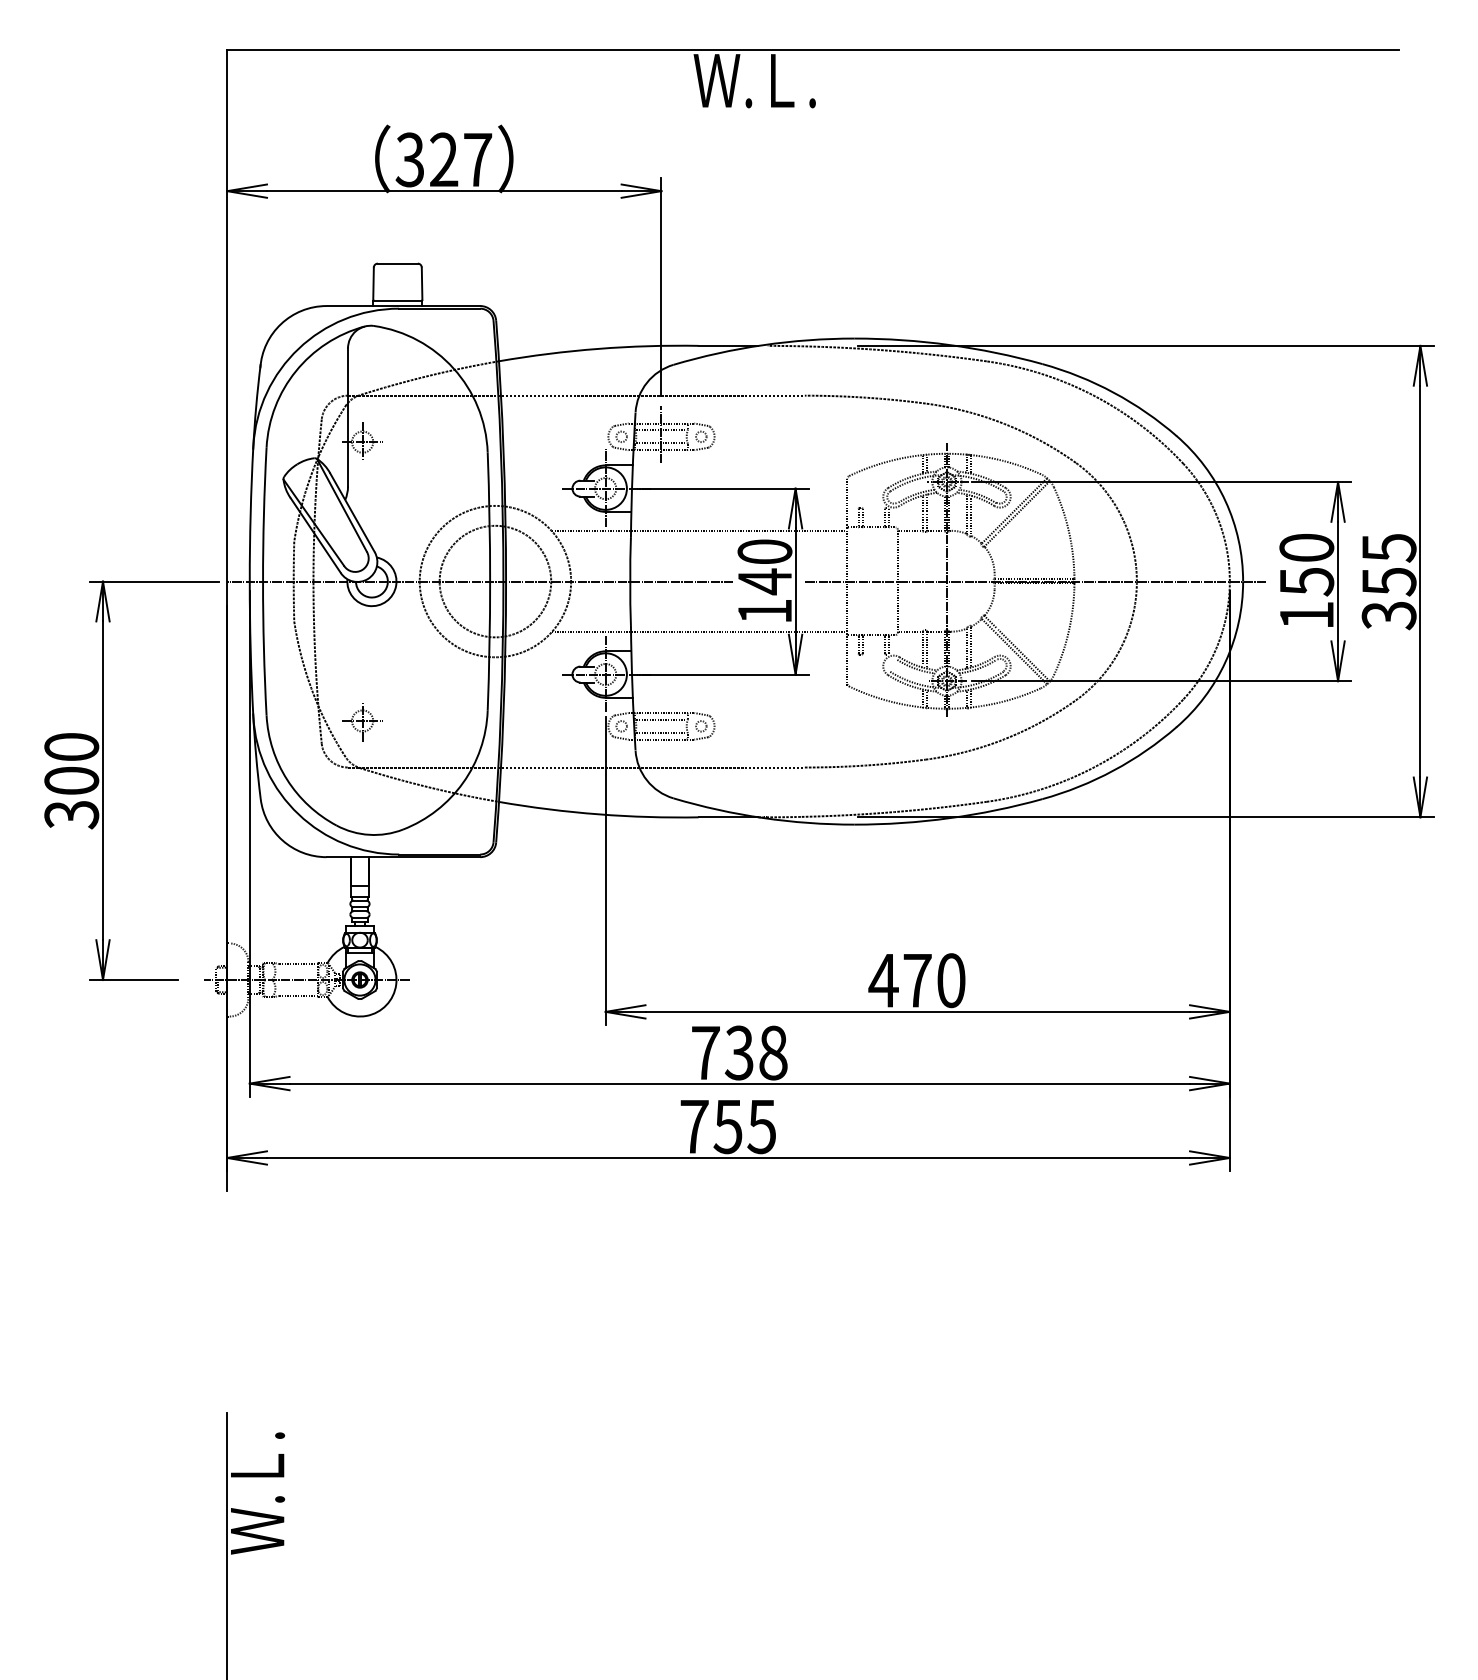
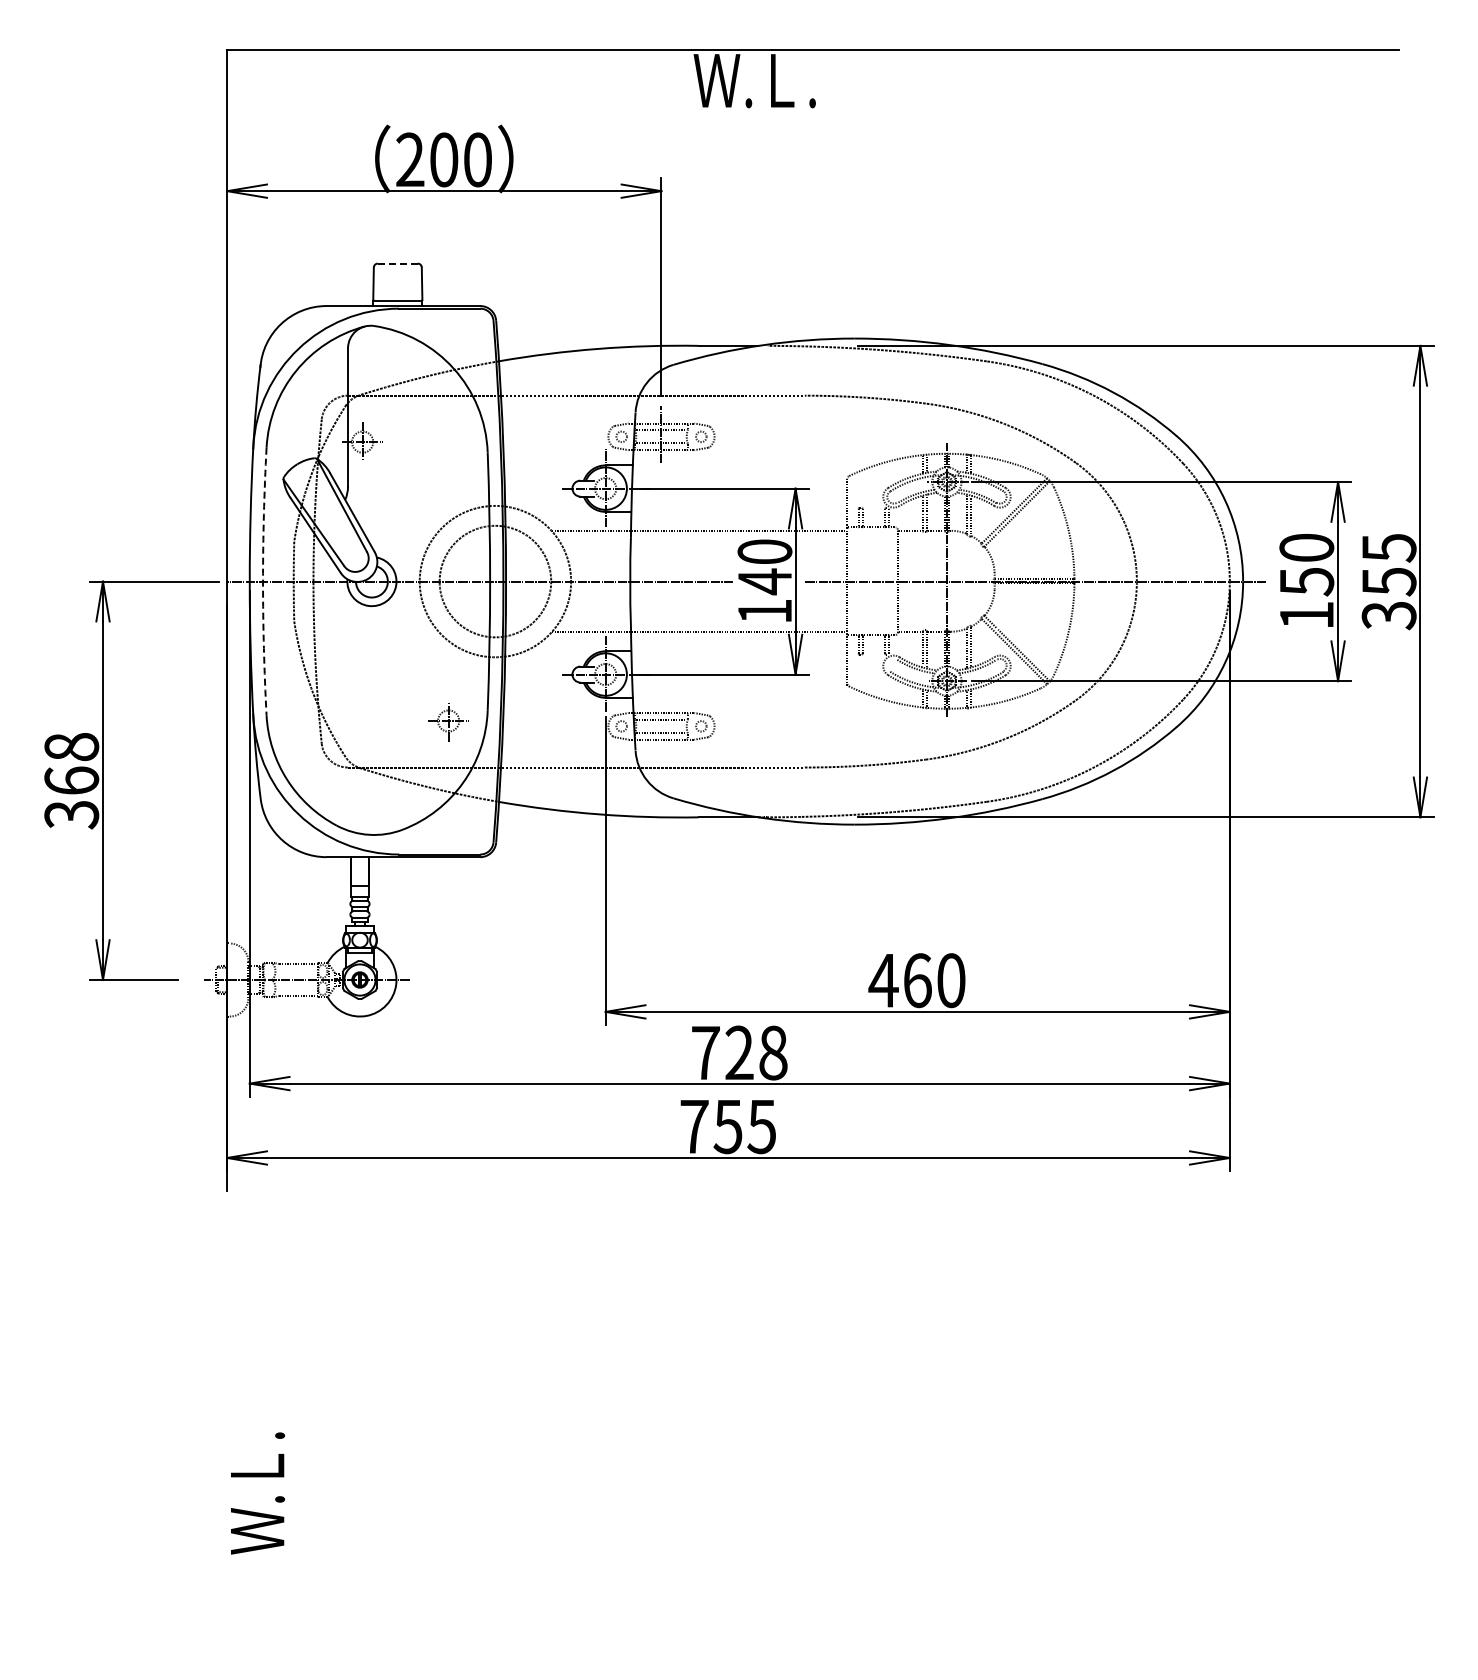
text at (443, 159): 327 -> 200
line at (397, 263): solid -> dashed
arc at (263, 581): solid -> dashed
part at (362, 722) position: (362, 722) -> (448, 722)
text at (71, 763): 300 -> 368
text at (917, 980): 470 -> 460
text at (738, 1053): 738 -> 728
line at (227, 1544): present -> none
